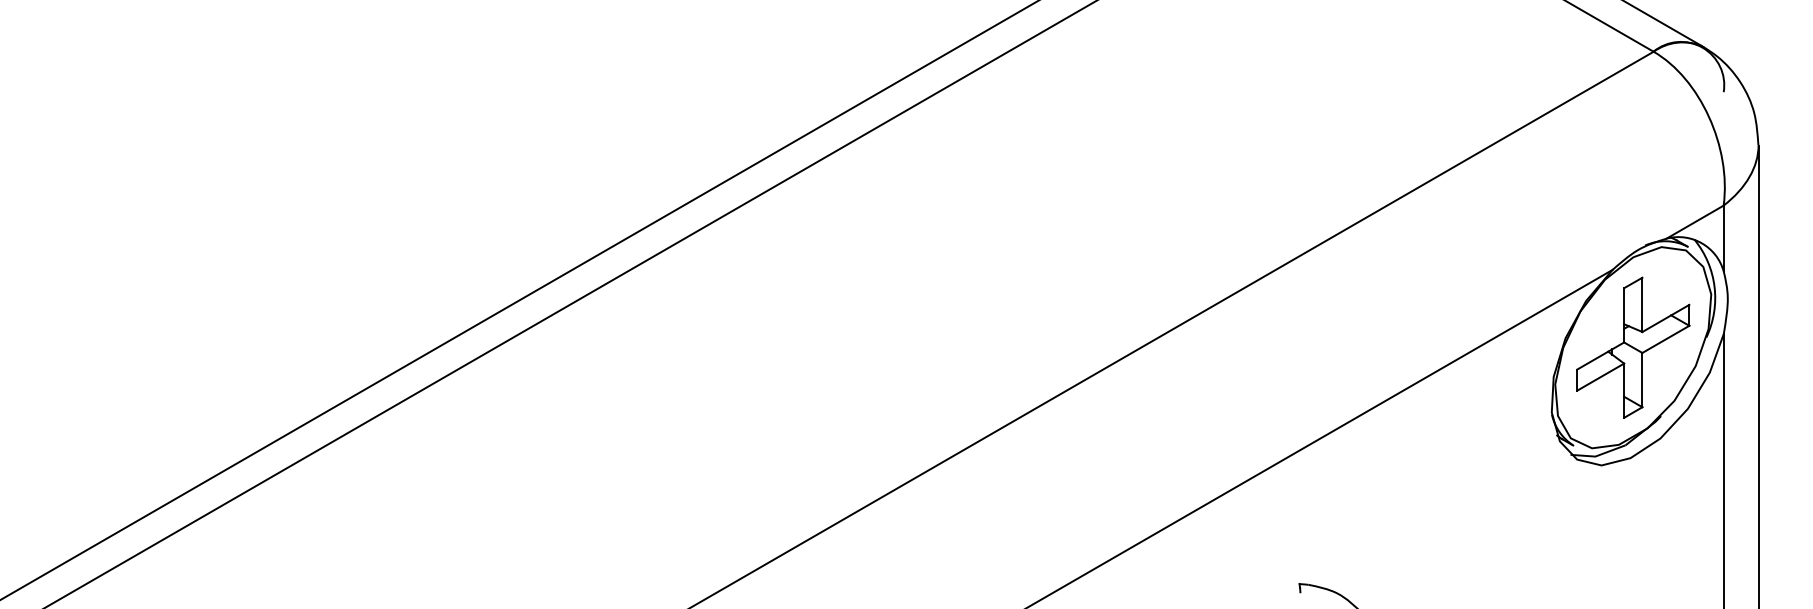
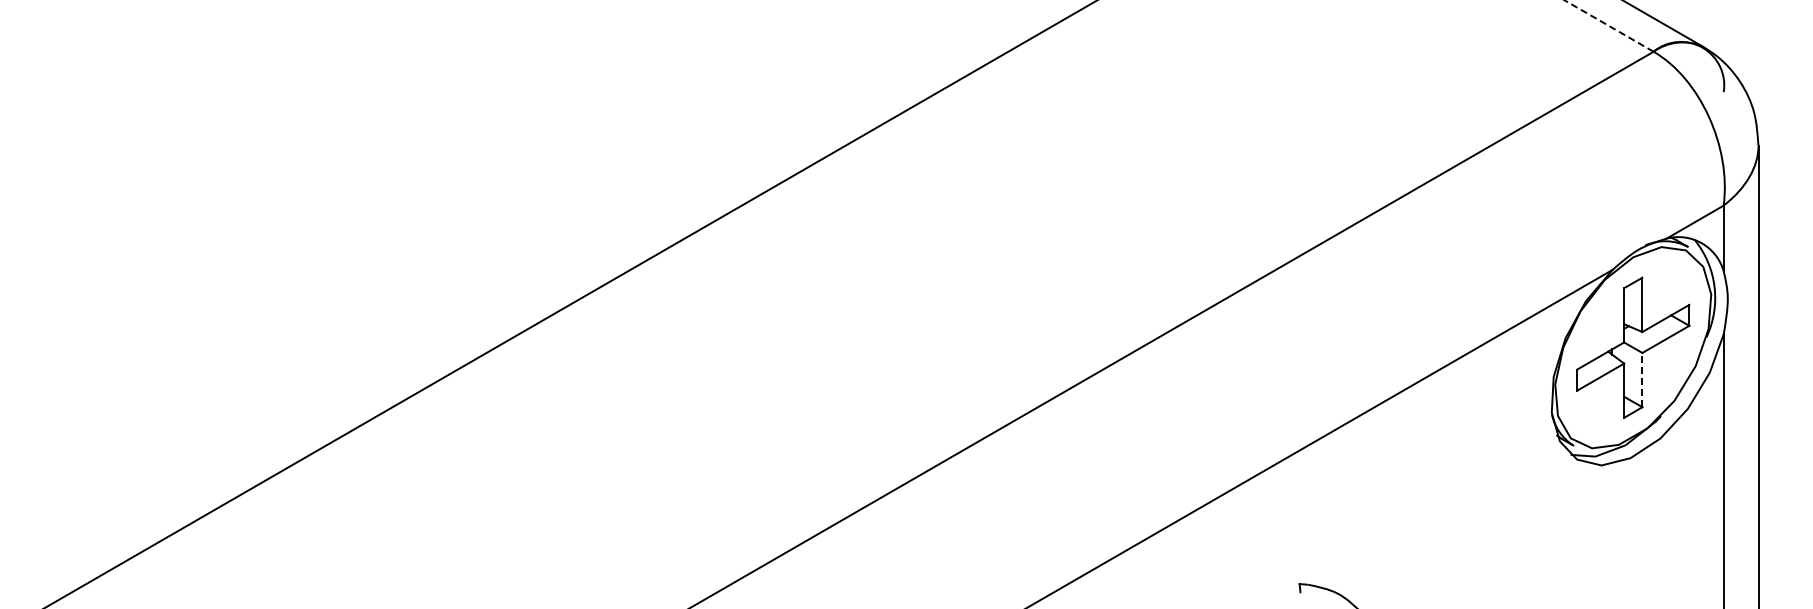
line at (1608, 25): solid -> dashed
line at (519, 300): present -> none
line at (1642, 379): solid -> dashed
